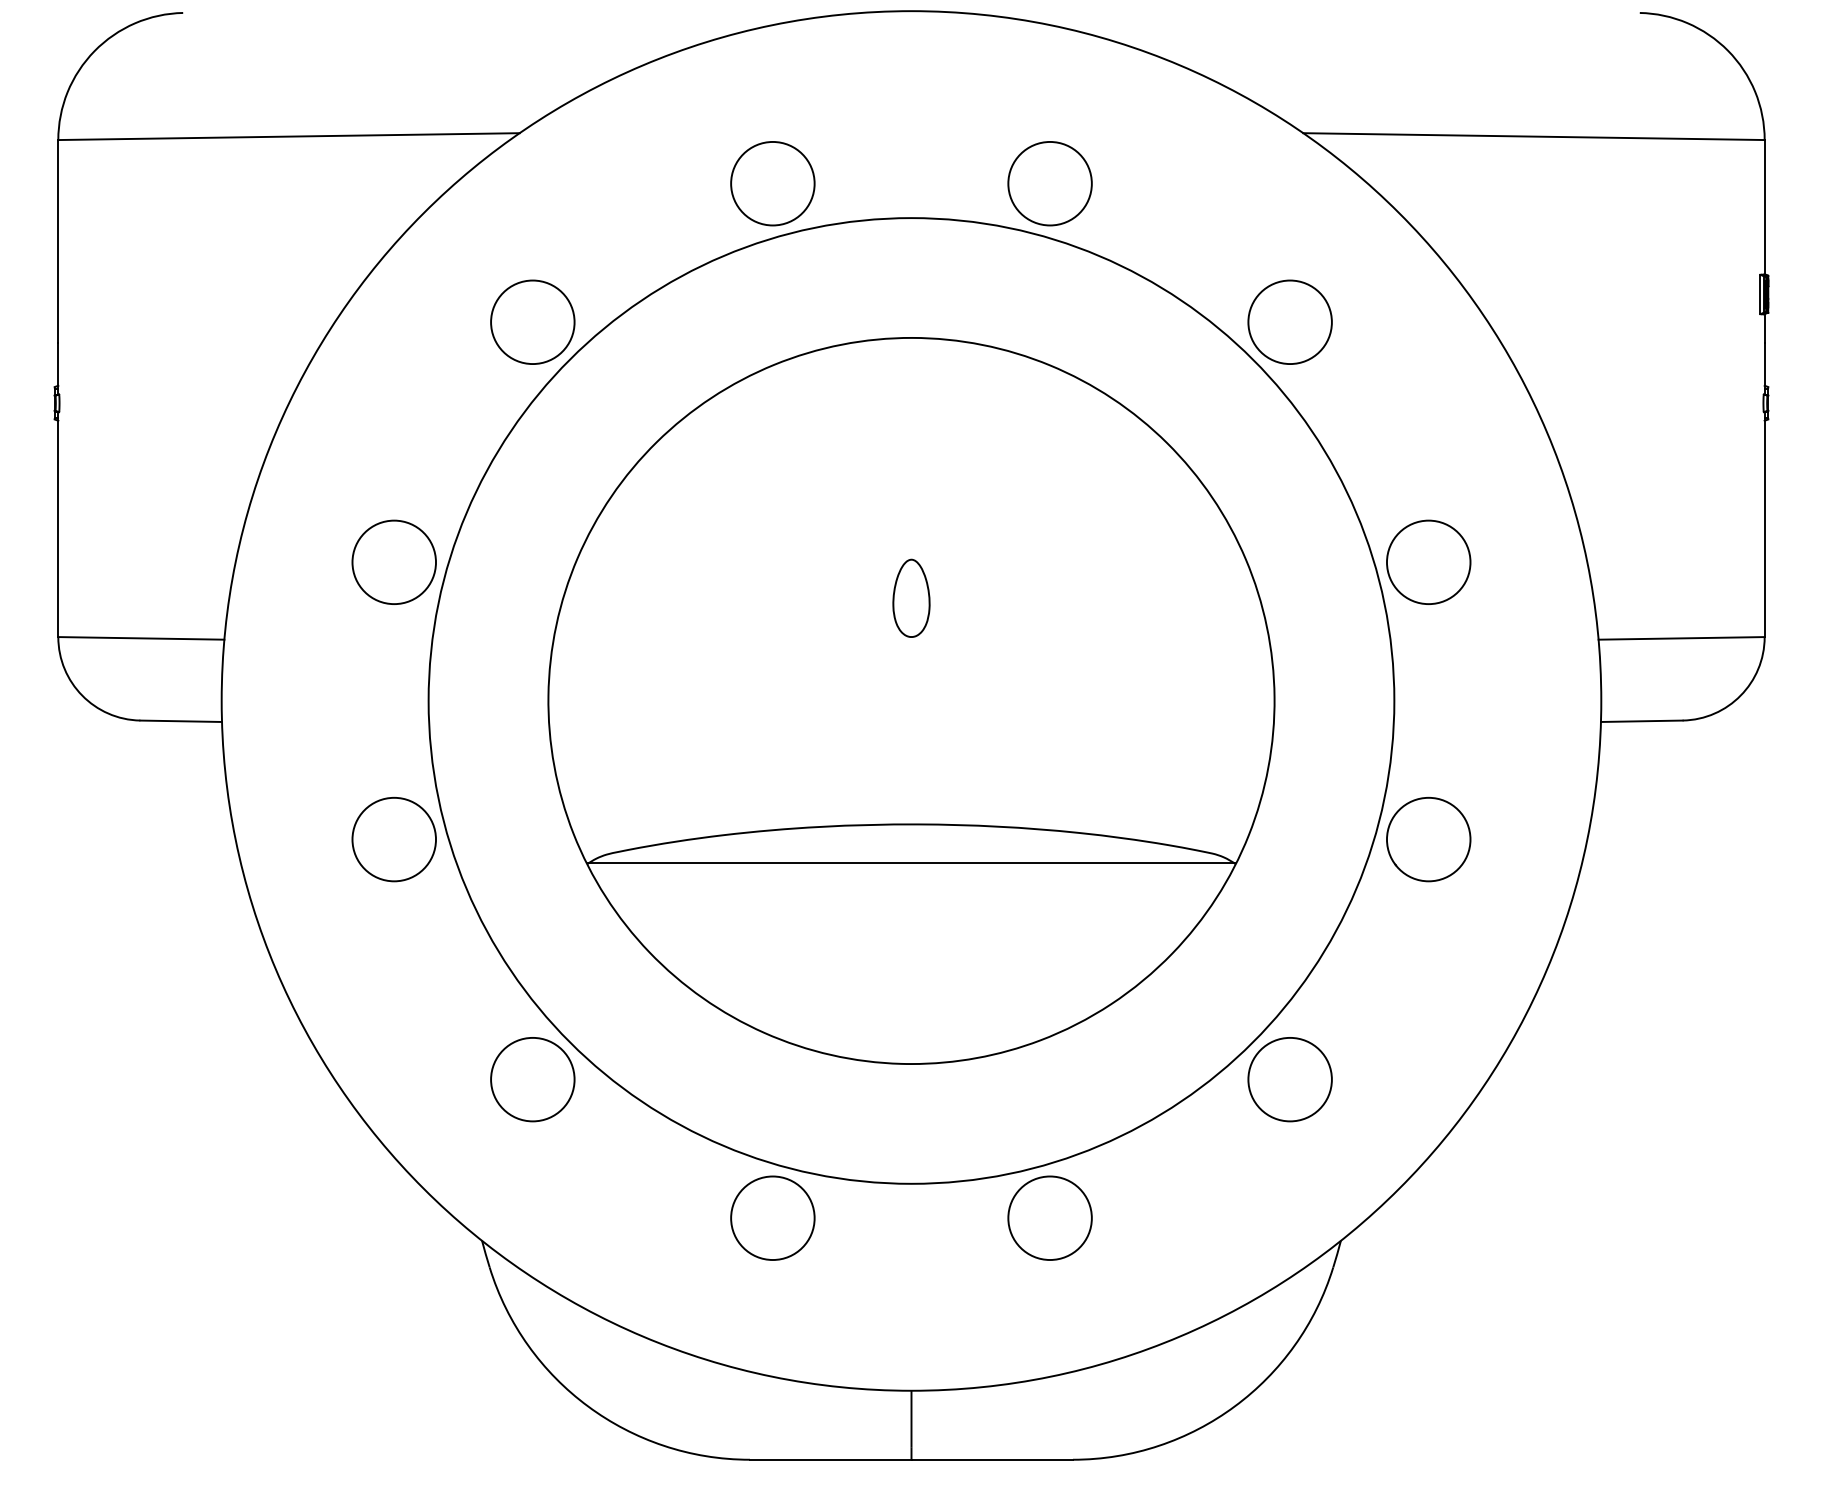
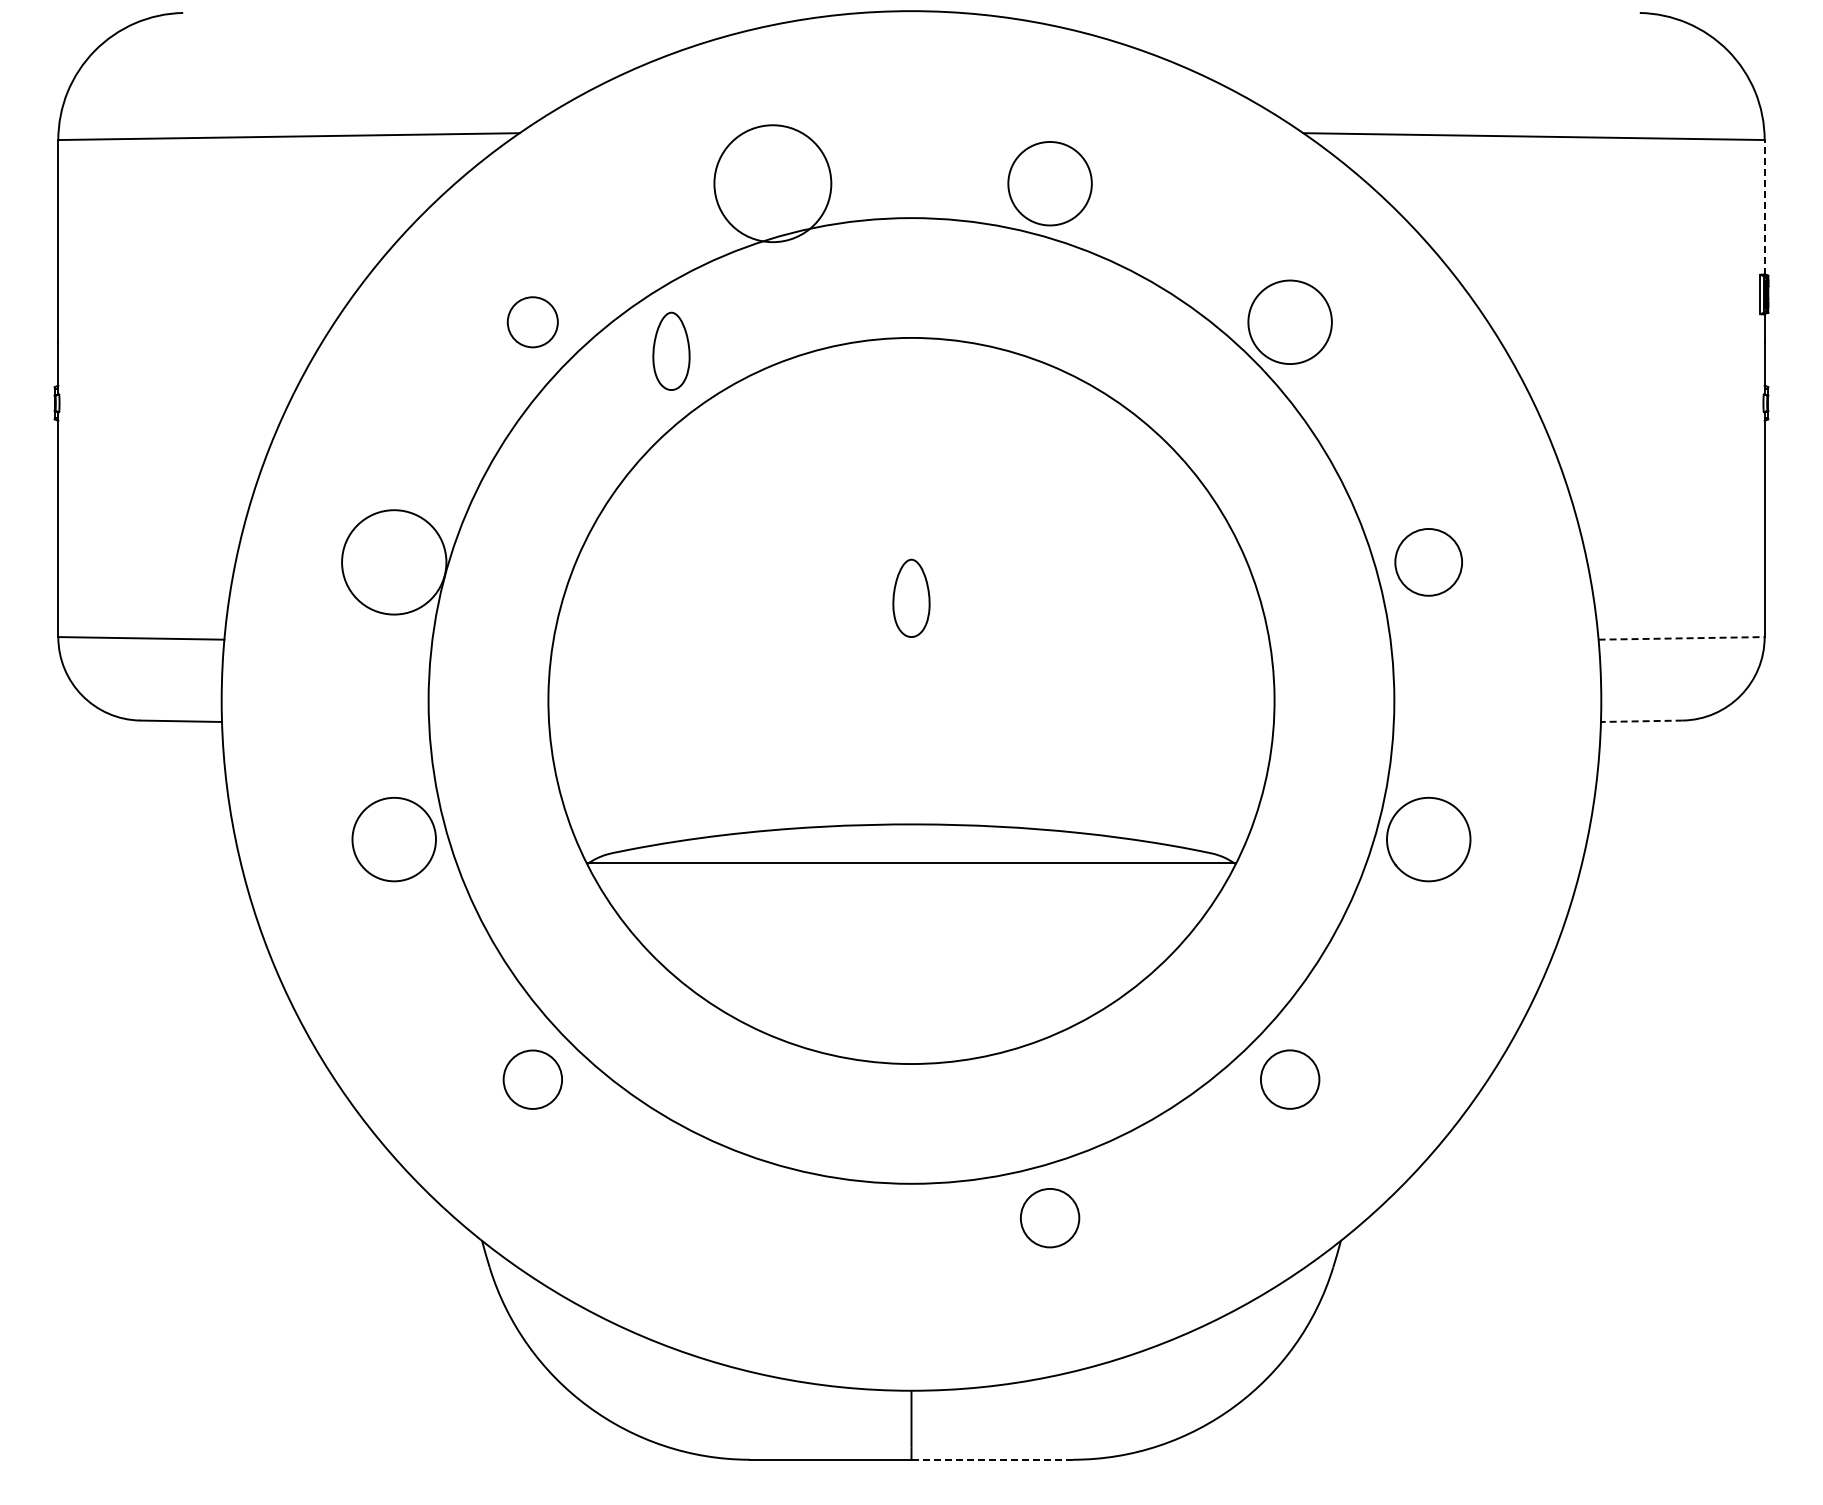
circle at (772, 183) diameter: 84 px -> 117 px
line at (1764, 206): solid -> dashed
circle at (532, 322) diameter: 84 px -> 50 px
part at (671, 350): none -> present
circle at (394, 562) diameter: 84 px -> 104 px
circle at (1428, 562) diameter: 84 px -> 67 px
line at (1682, 638): solid -> dashed
line at (1641, 721): solid -> dashed
circle at (532, 1079) size: 86x86 px -> 61x61 px
circle at (1289, 1079) diameter: 84 px -> 58 px
circle at (772, 1217): present -> none
circle at (1049, 1217) size: 86x86 px -> 61x61 px
line at (992, 1459): solid -> dashed
